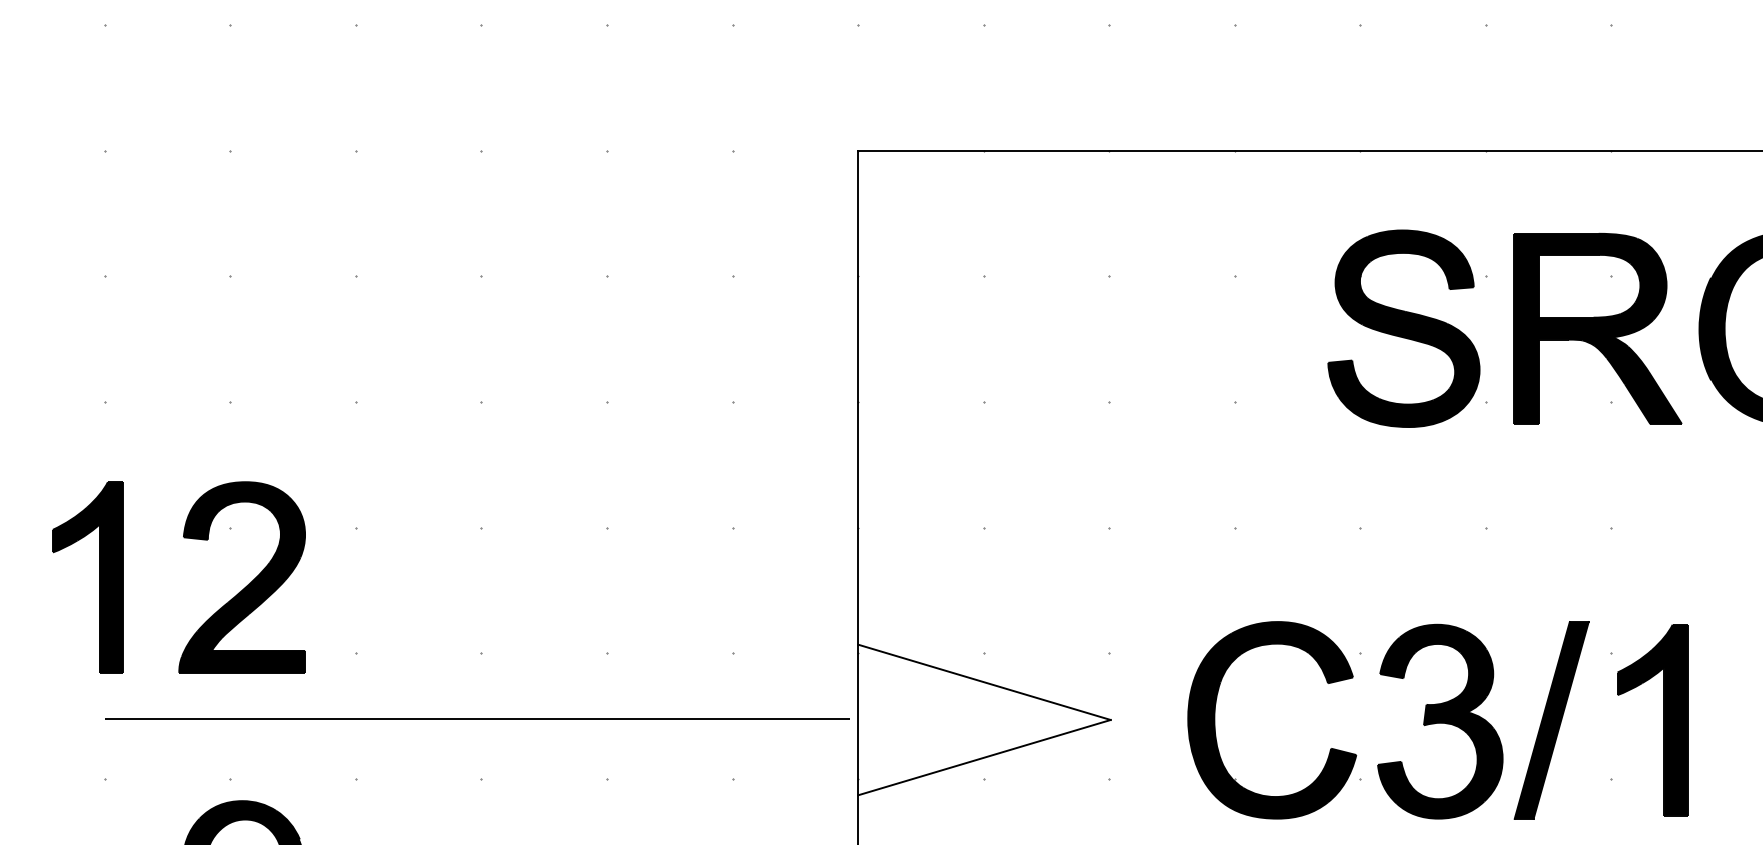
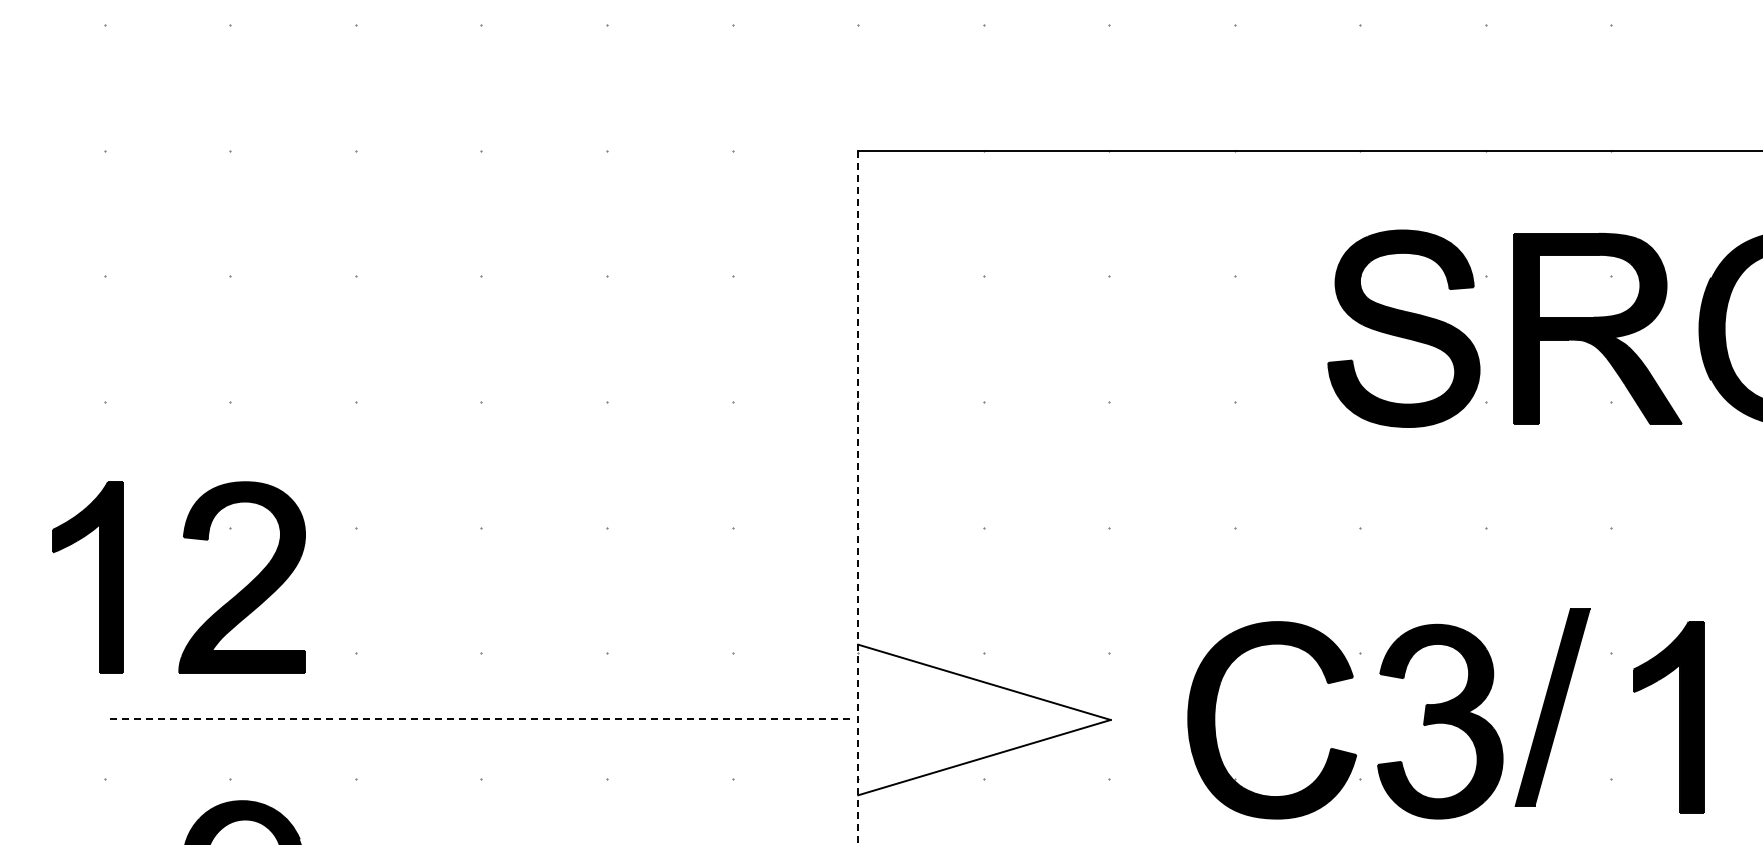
line at (858, 497): solid -> dashed
line at (477, 718): solid -> dashed
part at (1551, 720) position: (1551, 720) -> (1552, 707)
part at (1663, 720) position: (1663, 720) -> (1679, 717)
